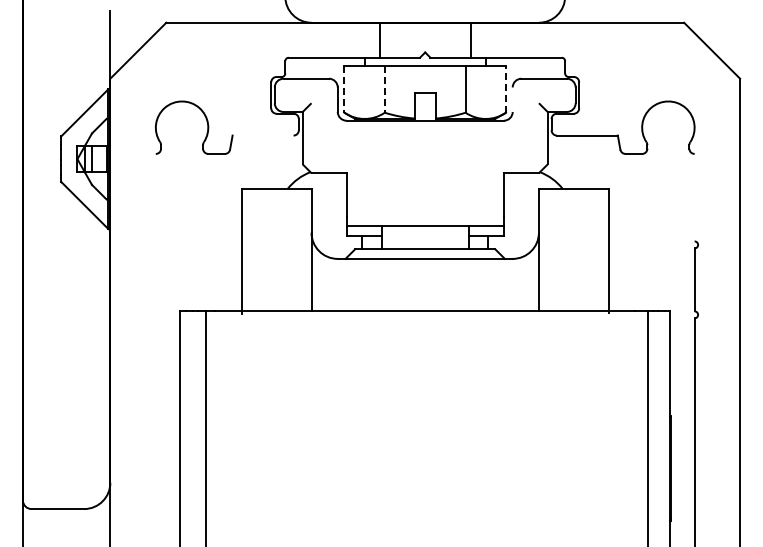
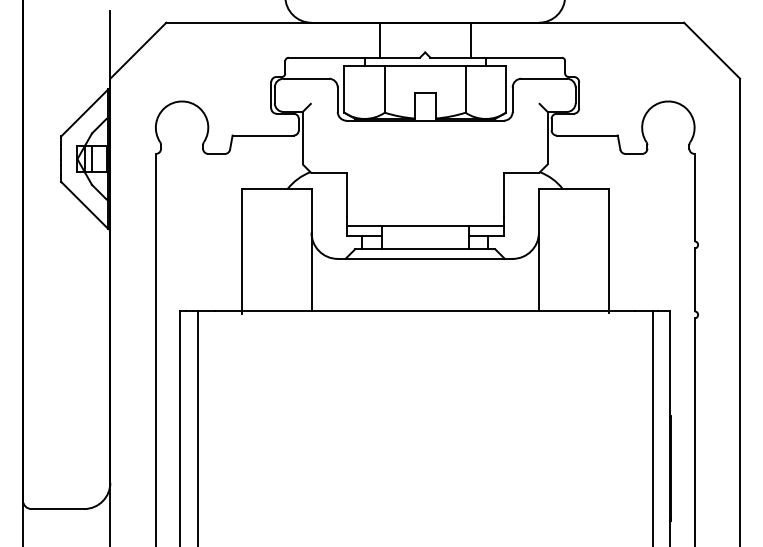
line at (506, 89): dashed -> solid
line at (344, 90): dashed -> solid
line at (384, 90): dashed -> solid
line at (512, 99): none -> present
line at (262, 135): none -> present
line at (694, 197): none -> present
line at (155, 348): none -> present
line at (205, 427) position: (205, 427) -> (197, 427)
line at (647, 427) position: (647, 427) -> (652, 427)
